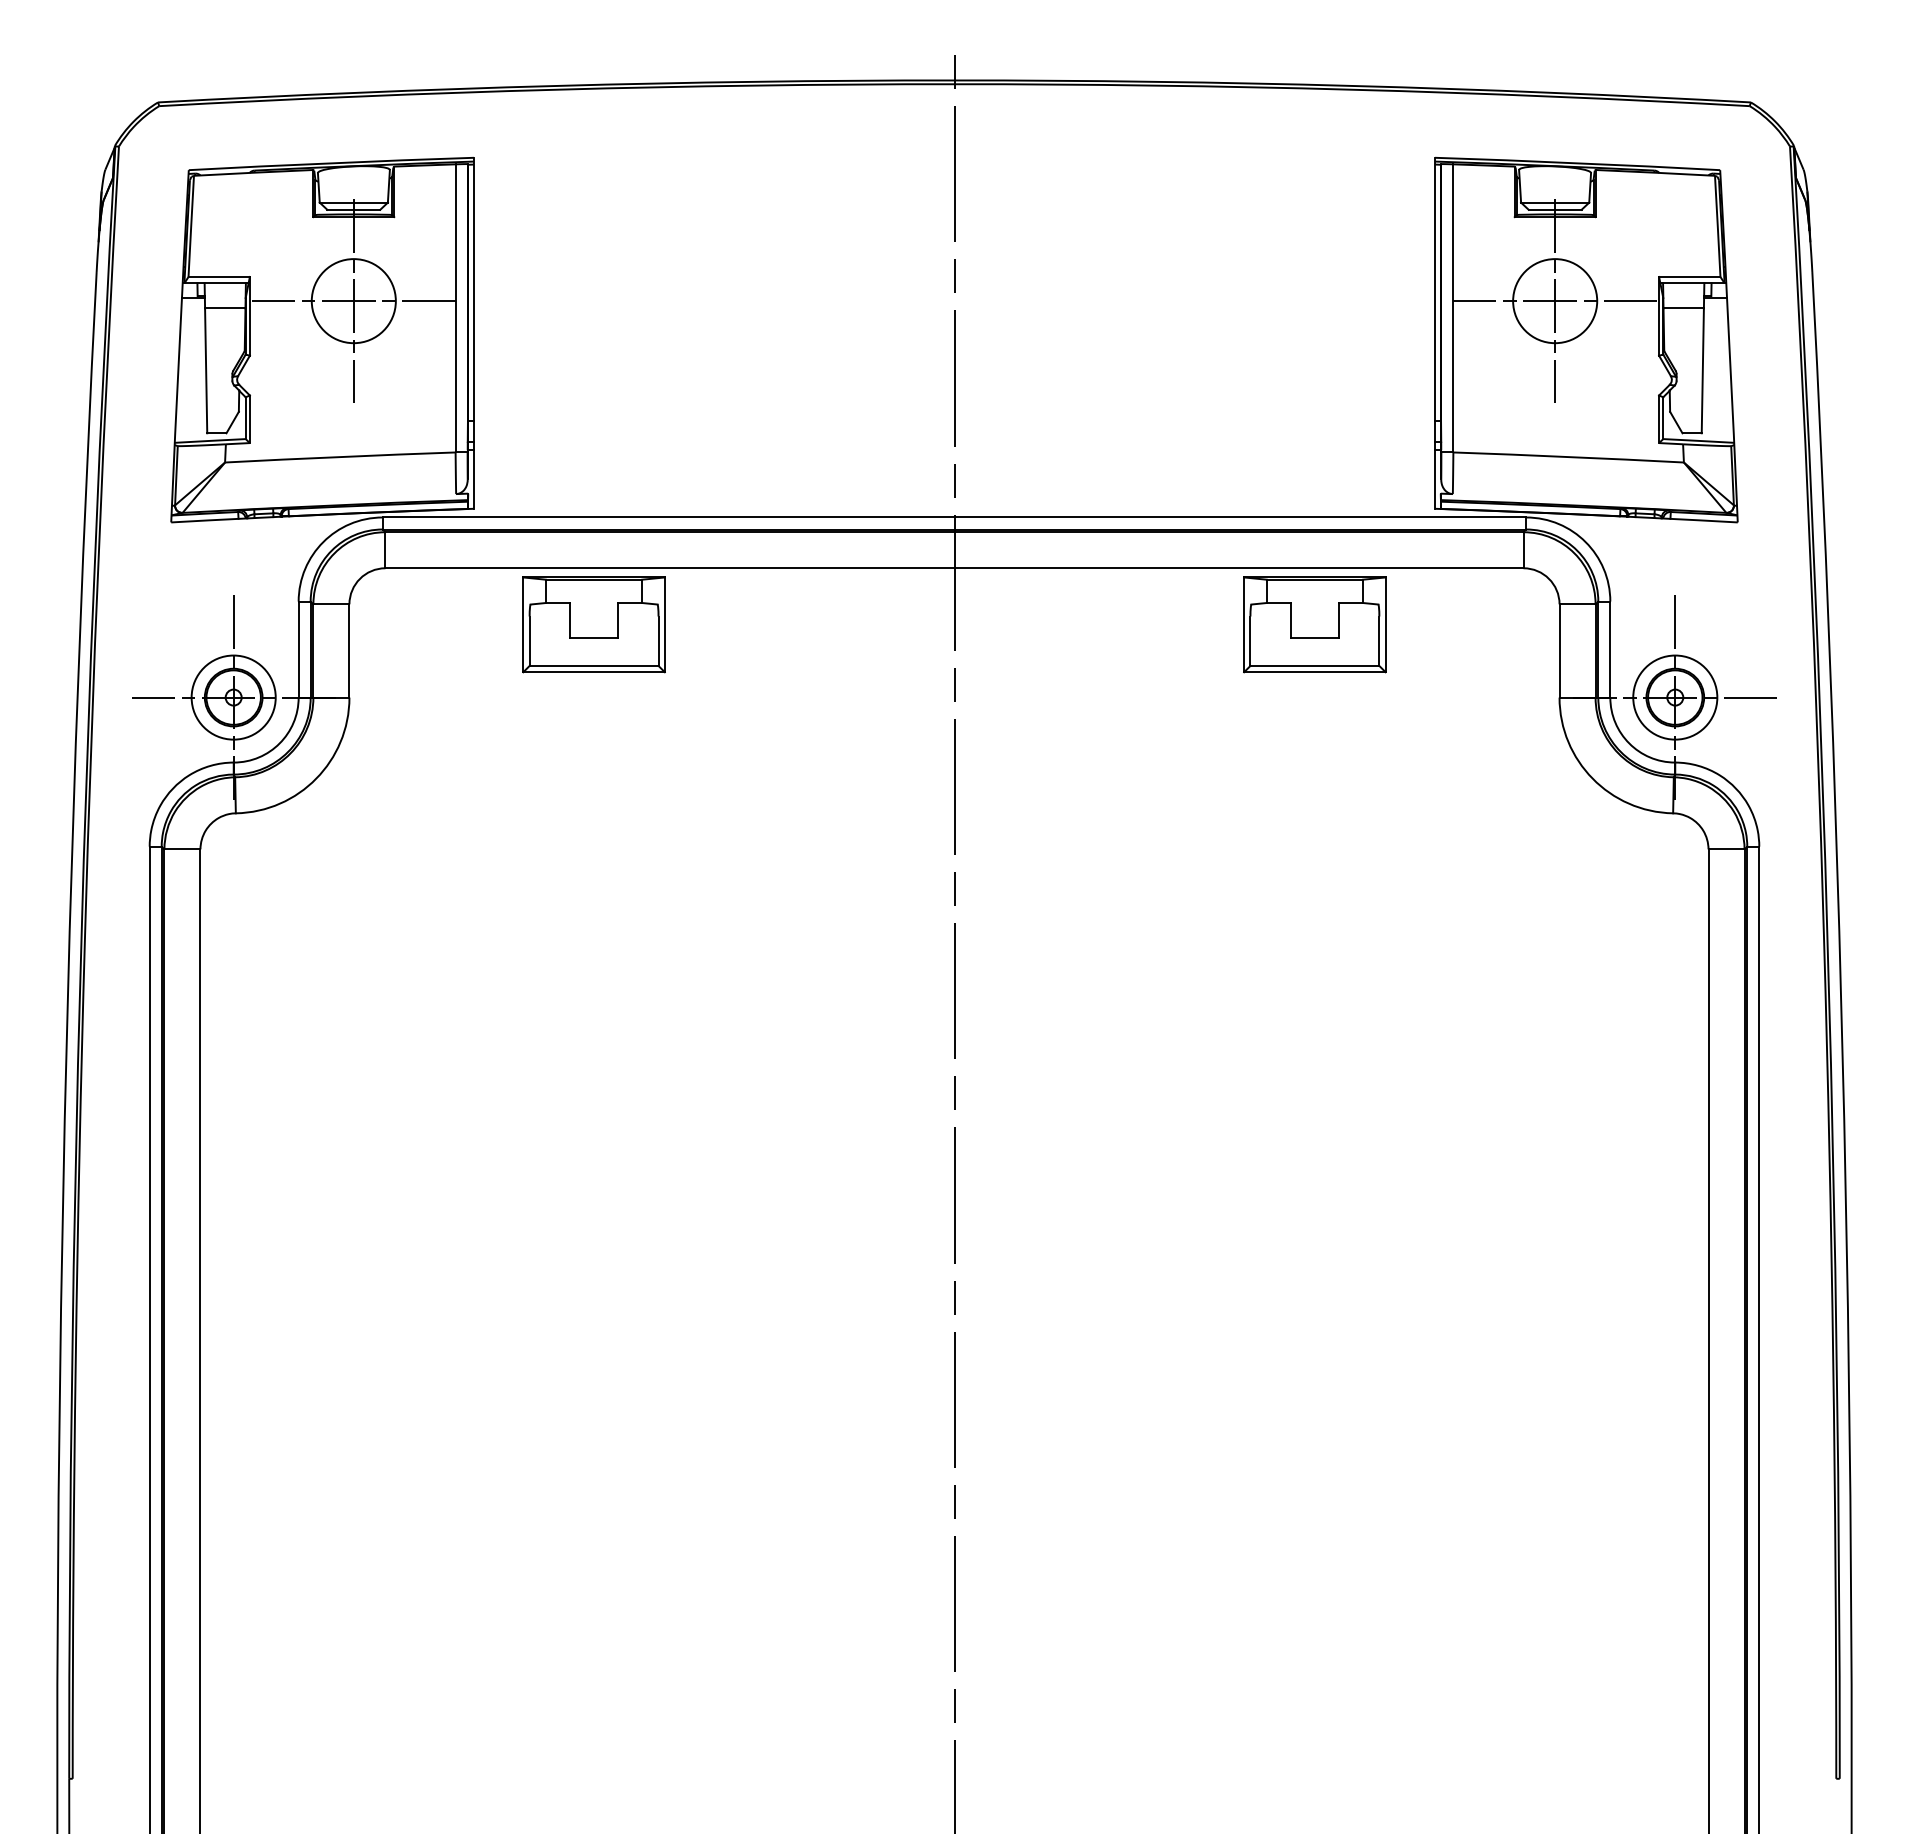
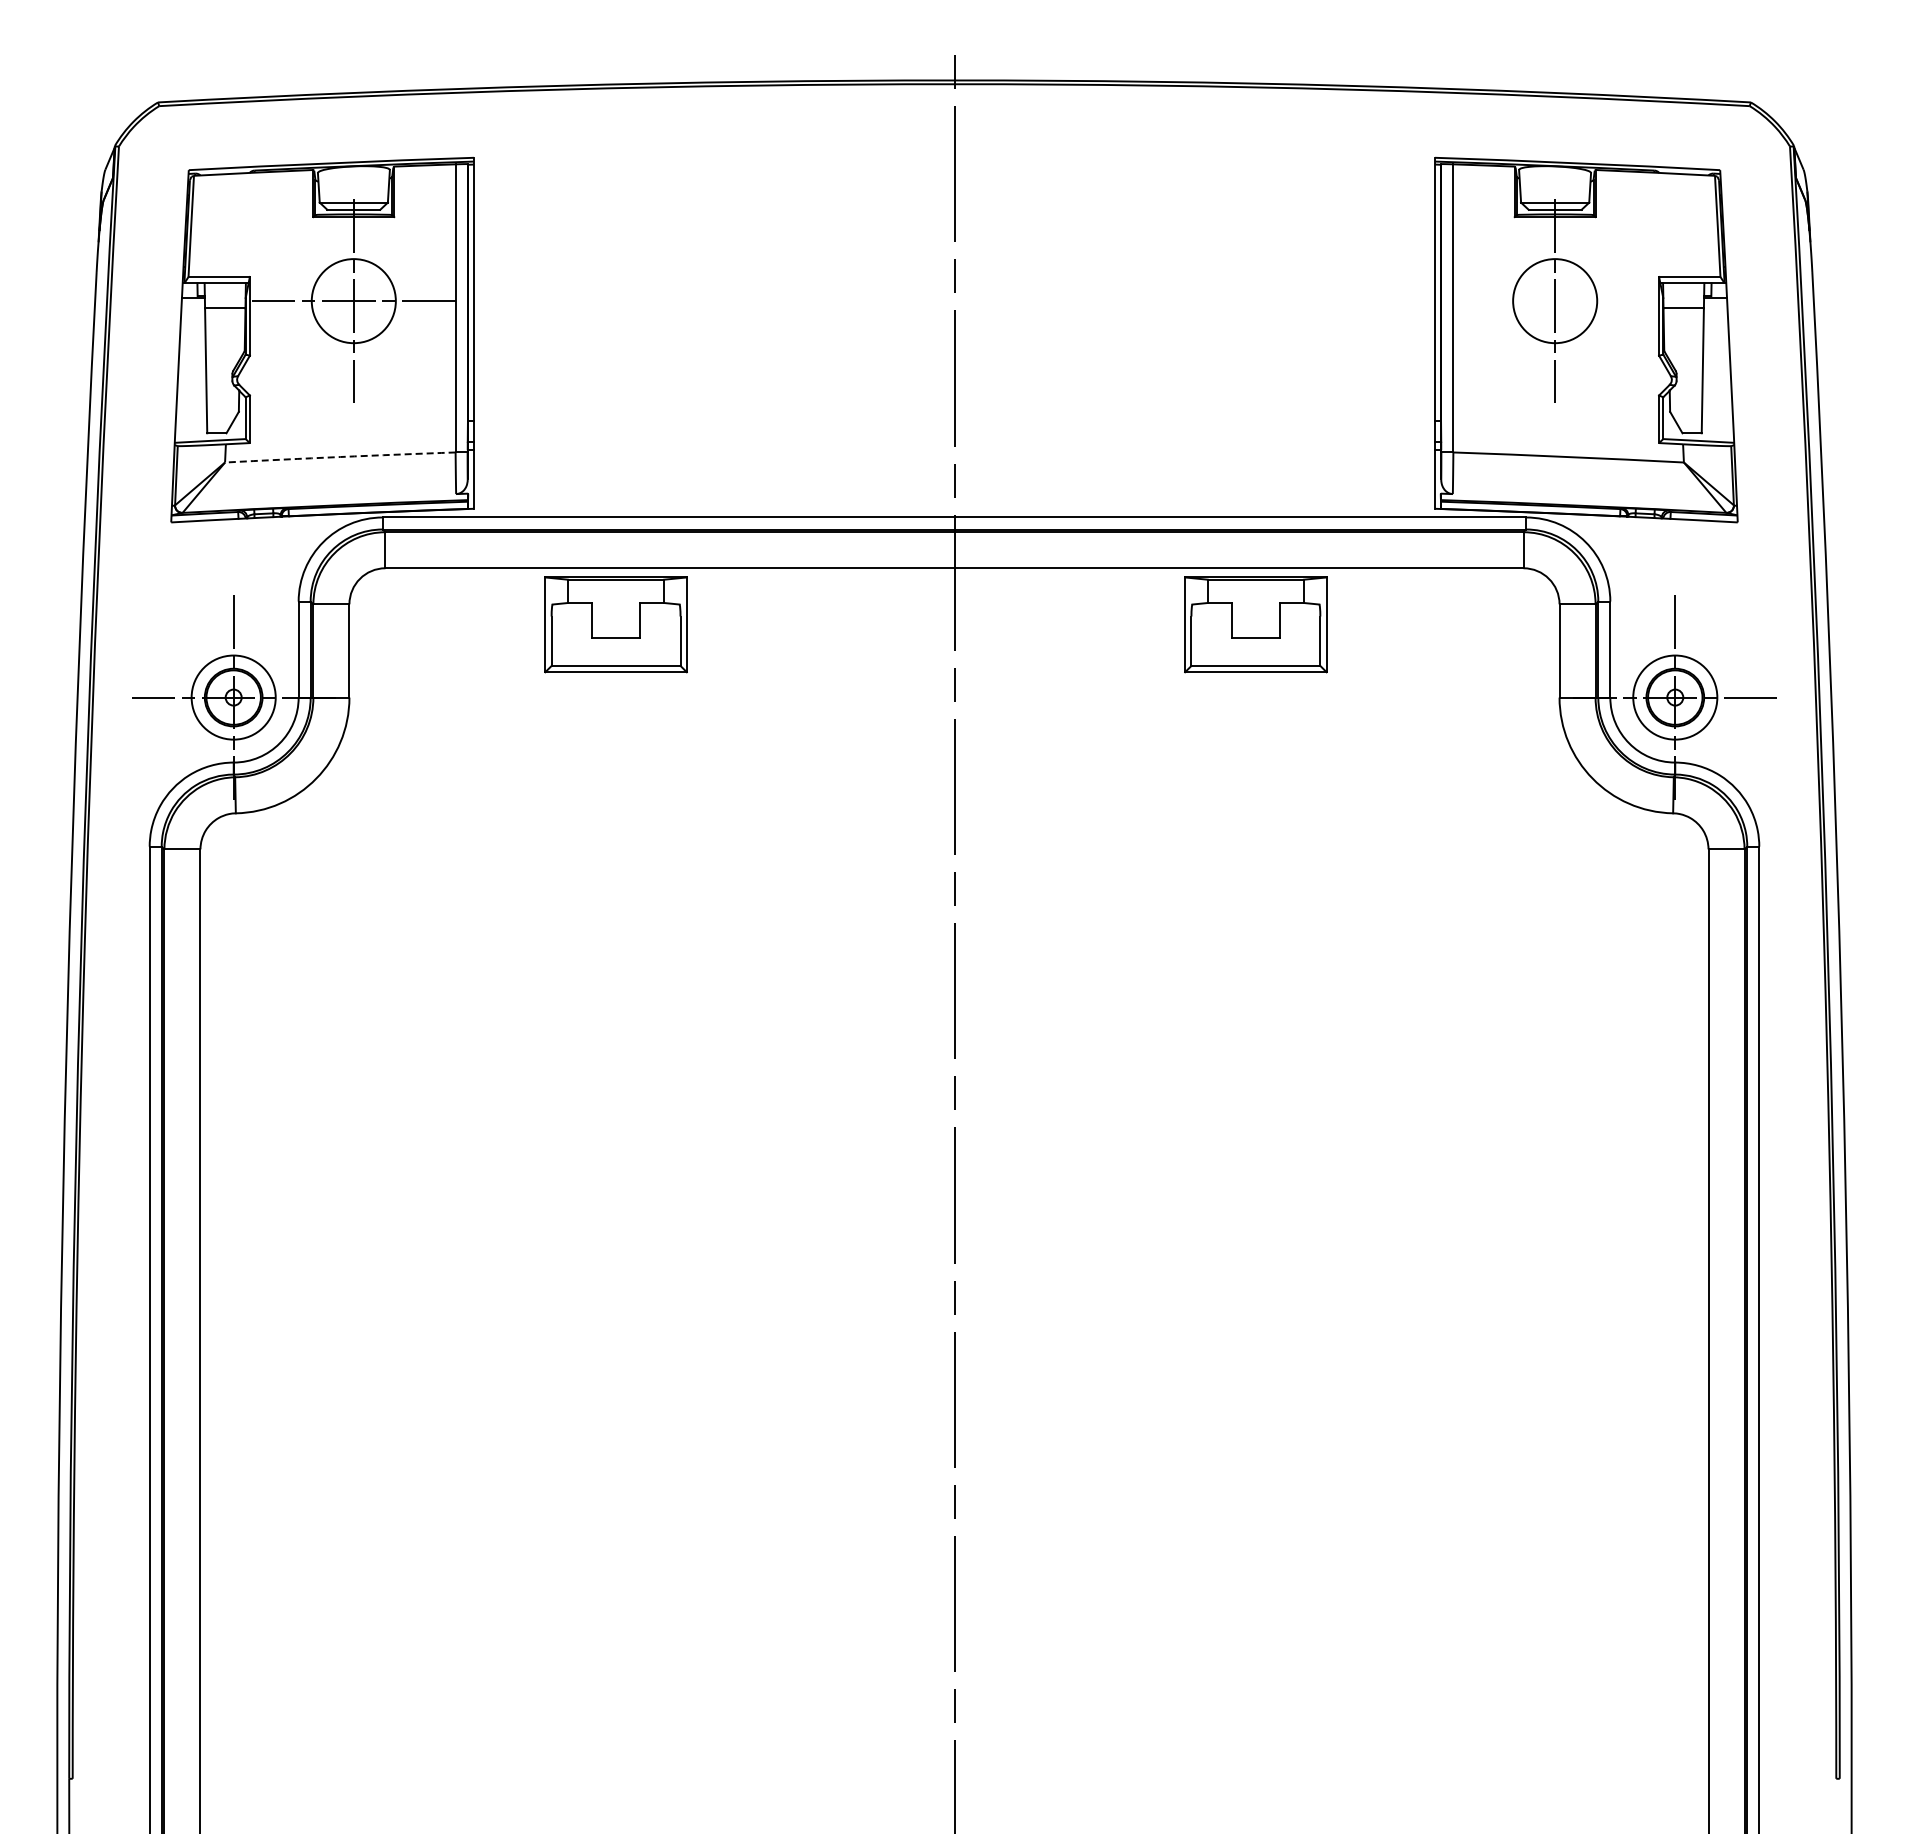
line at (1555, 301): present -> none
arc at (340, 457): solid -> dashed
part at (593, 624) position: (593, 624) -> (615, 624)
part at (1314, 624) position: (1314, 624) -> (1255, 624)
